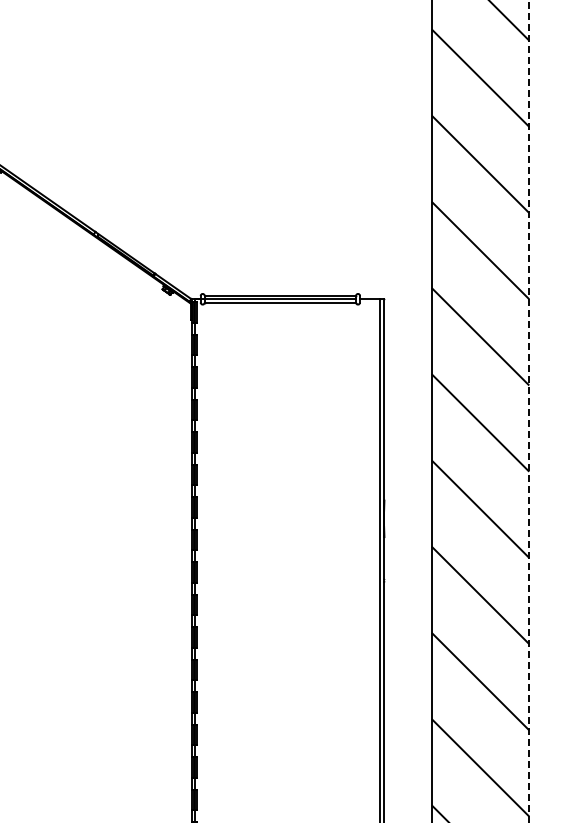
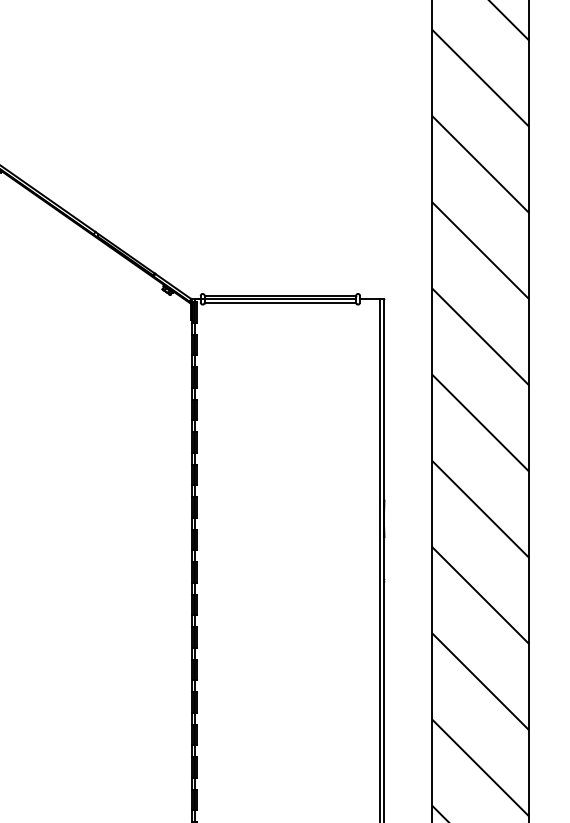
line at (529, 411): dashed -> solid
